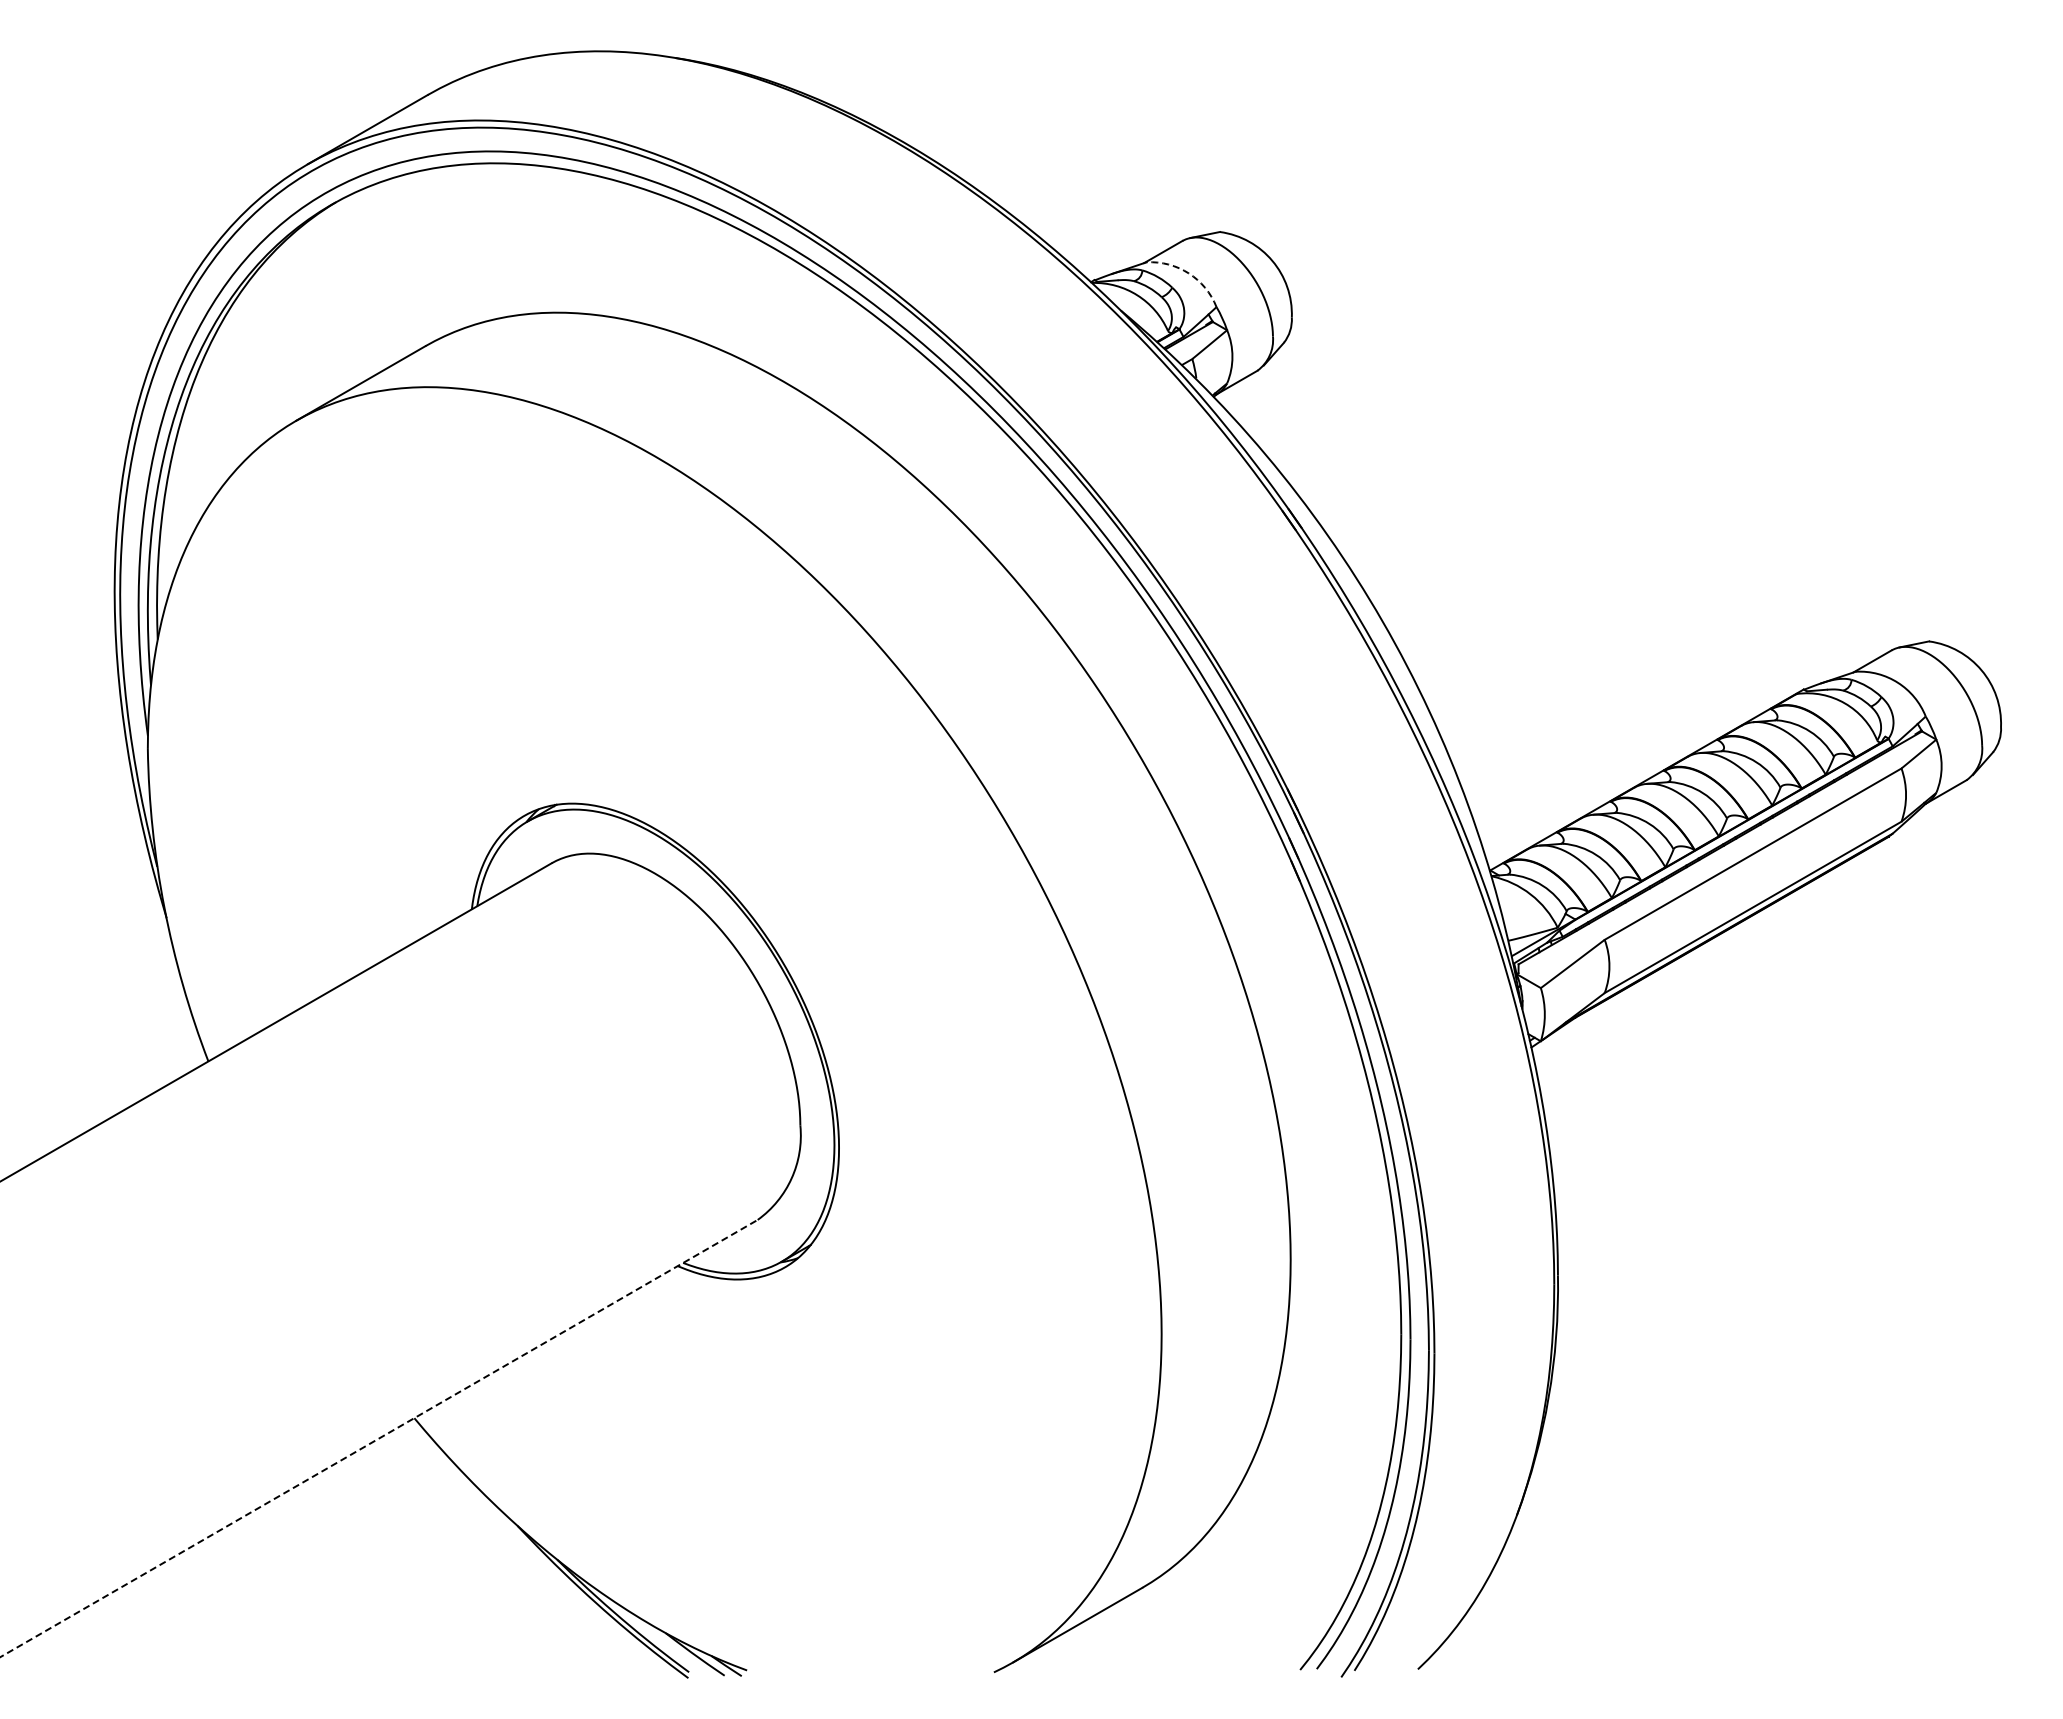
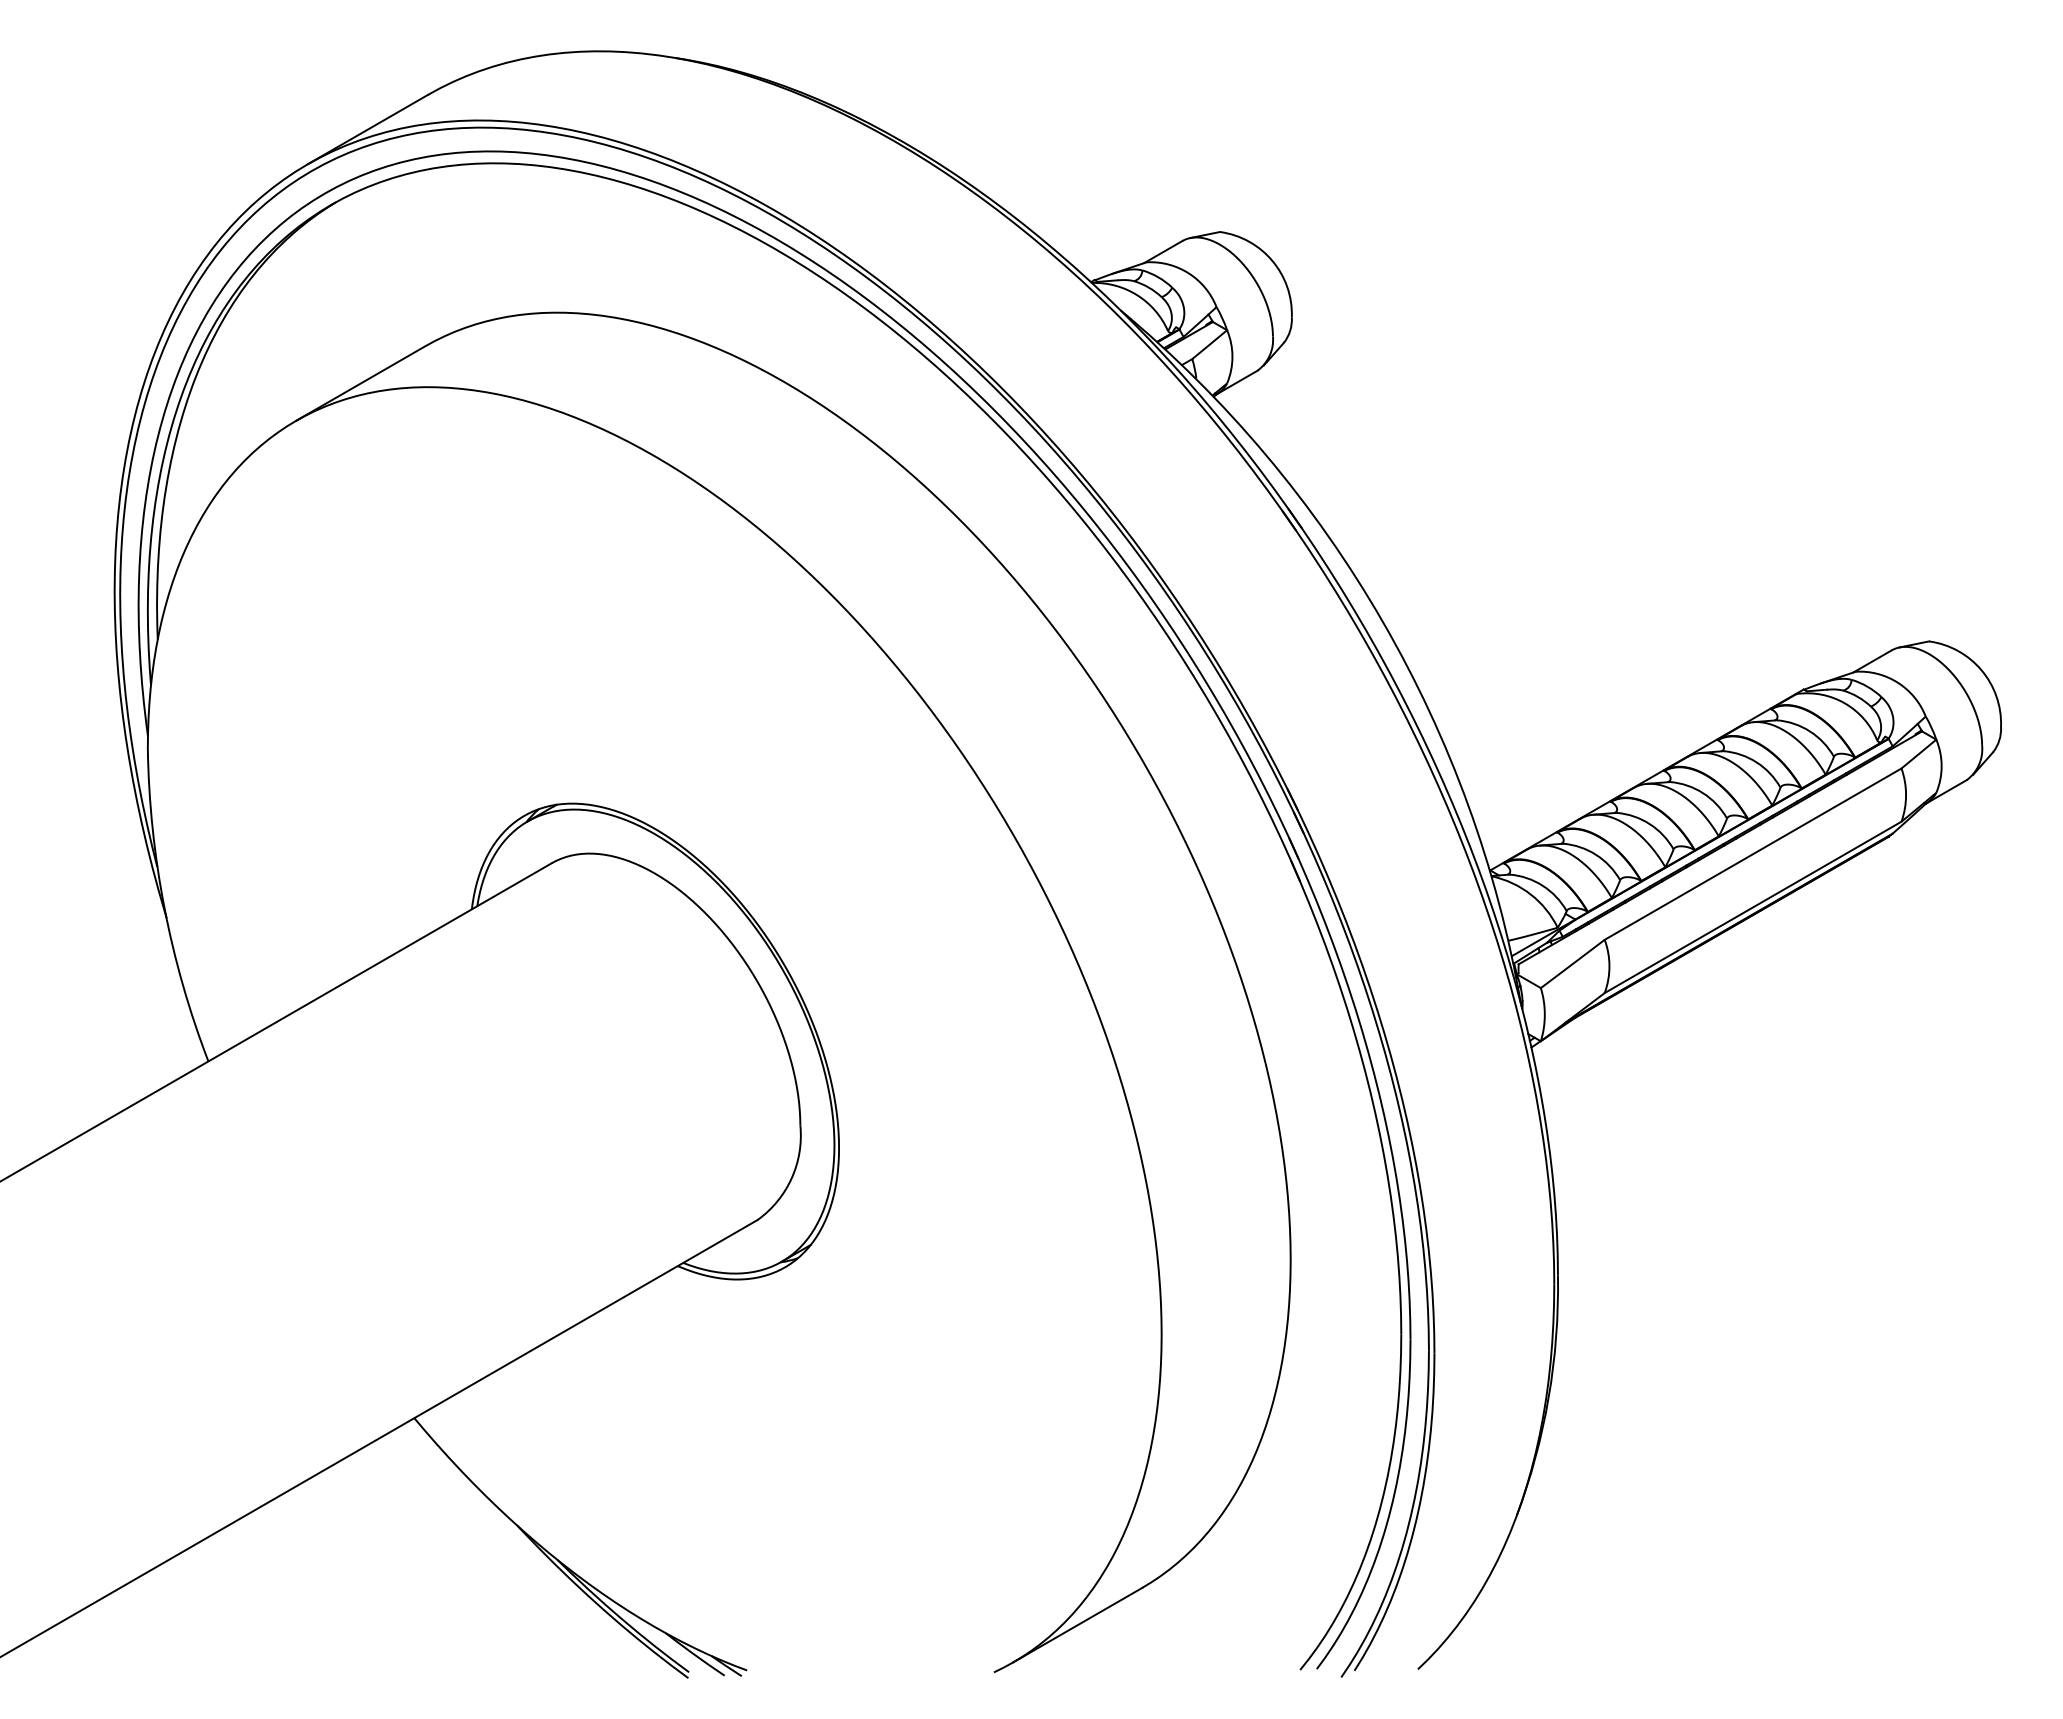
arc at (1188, 273): dashed -> solid
line at (379, 1438): dashed -> solid
